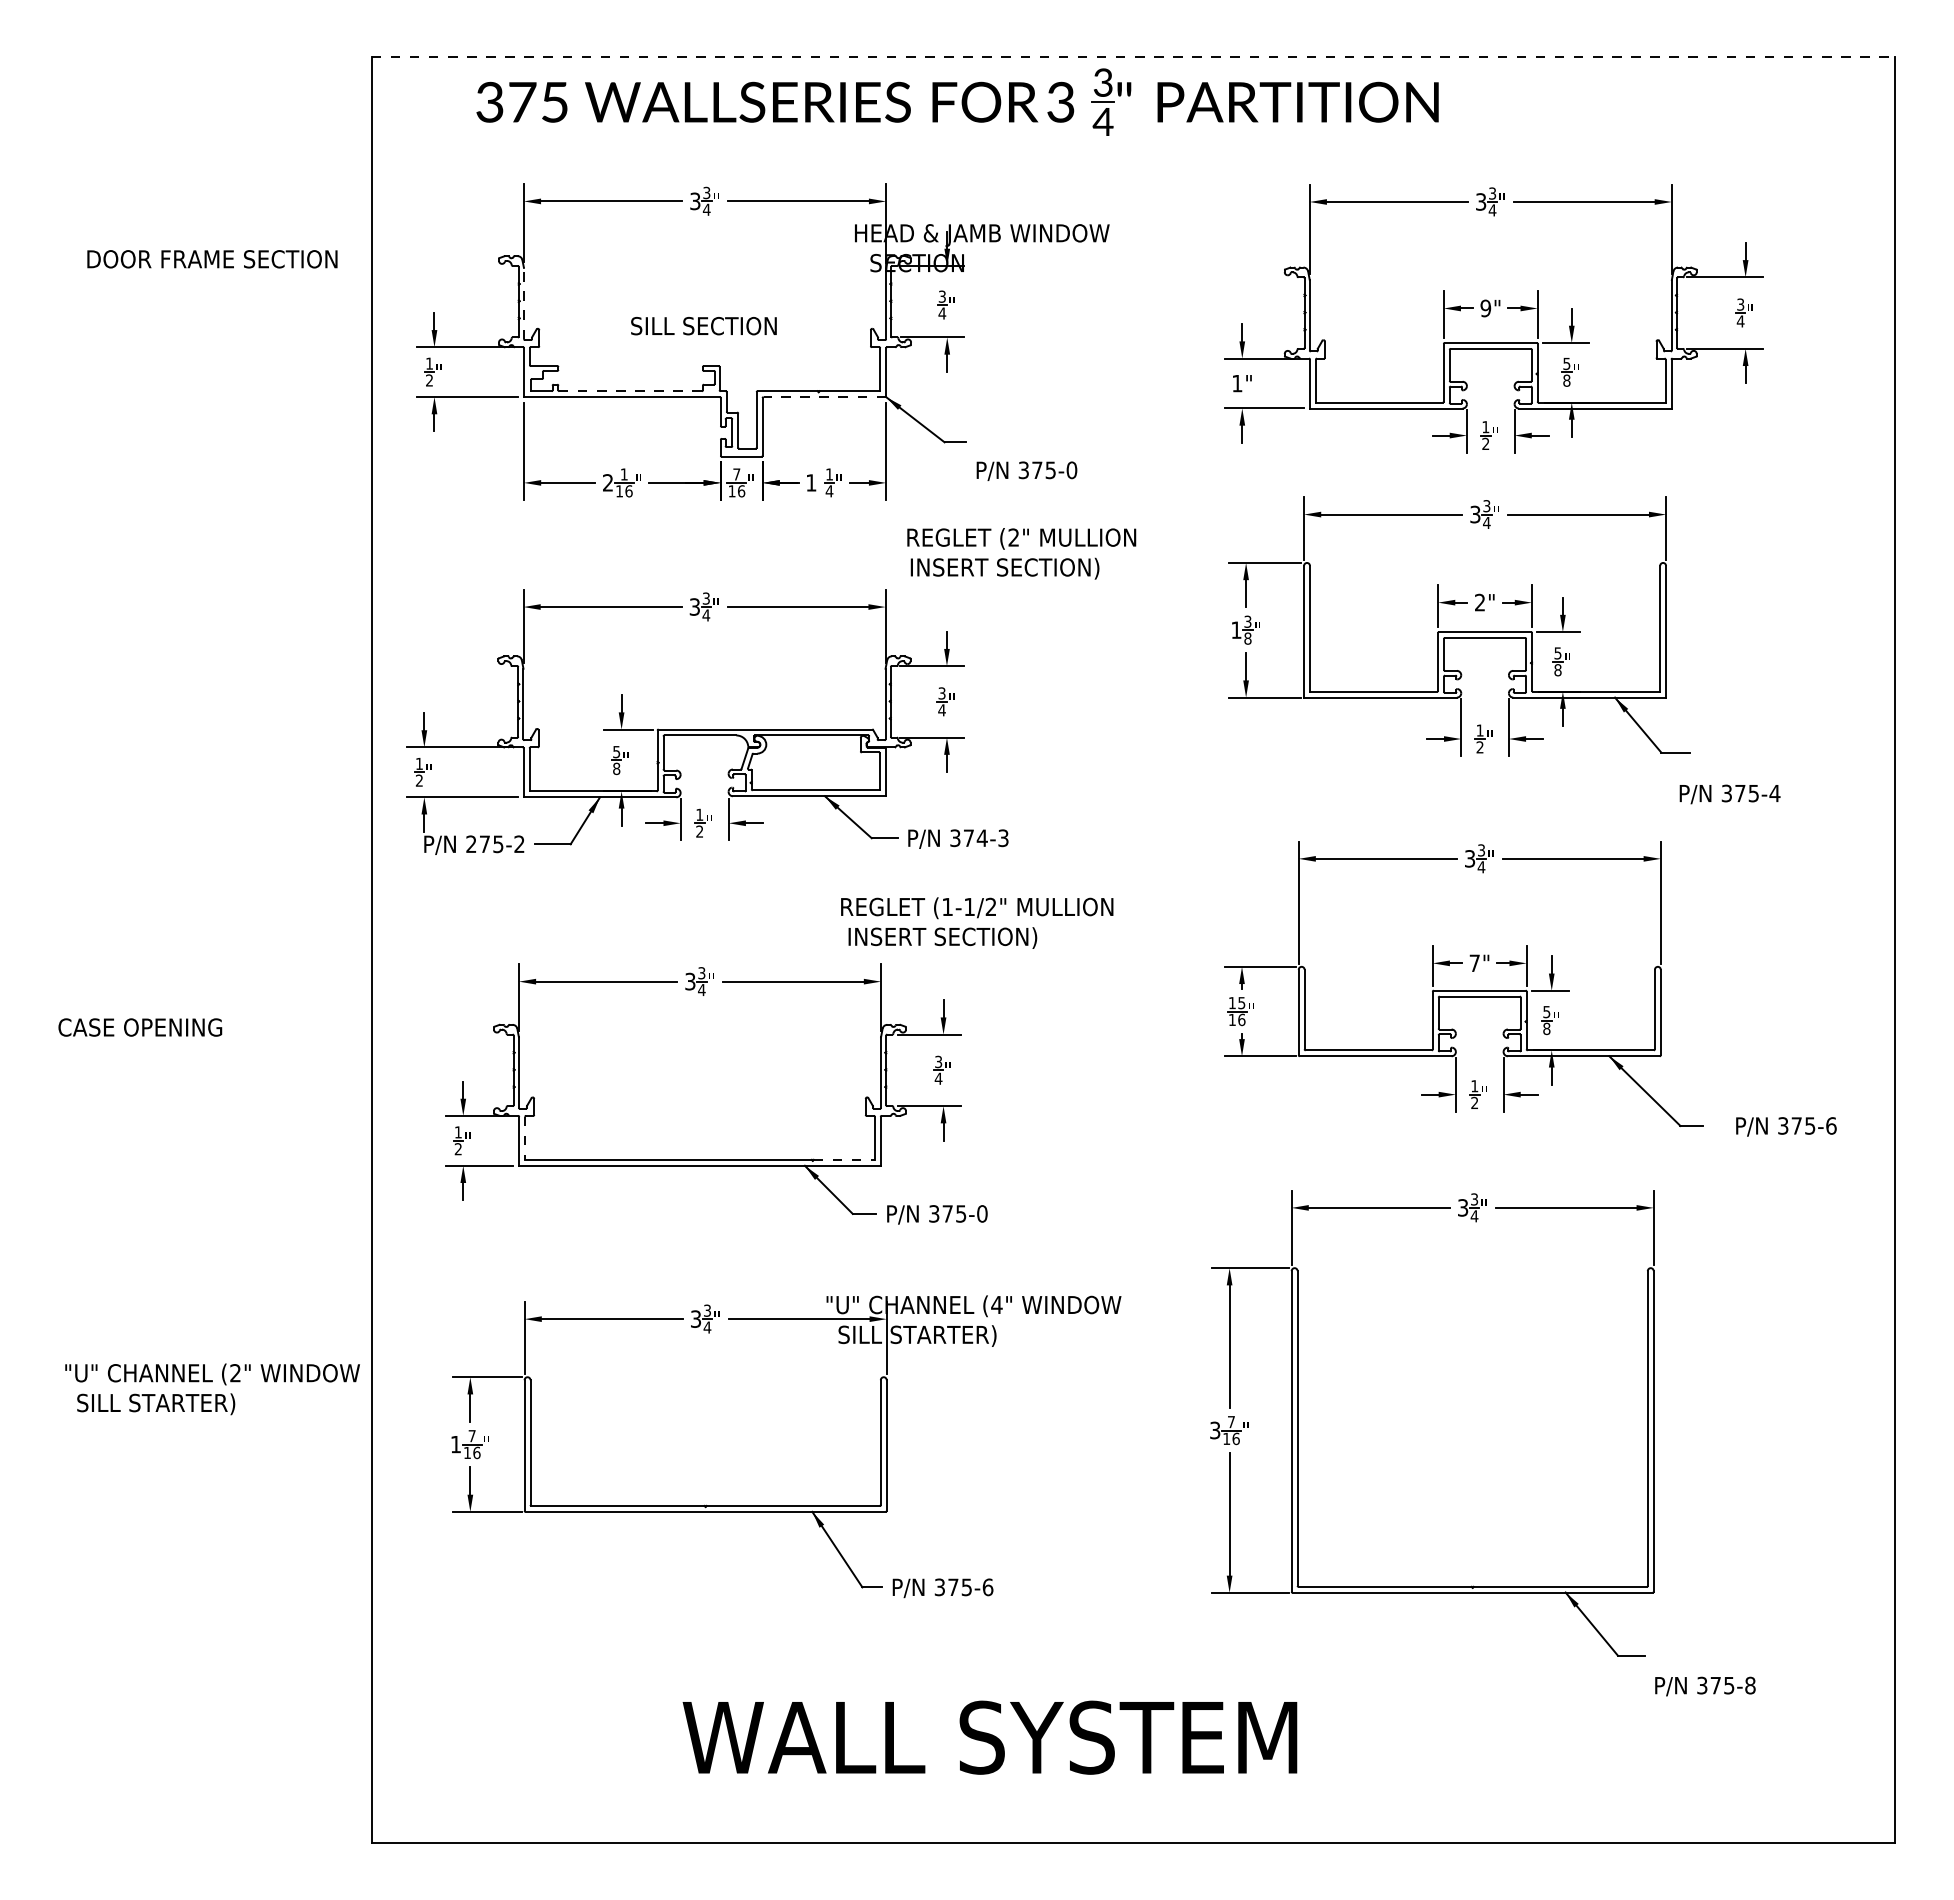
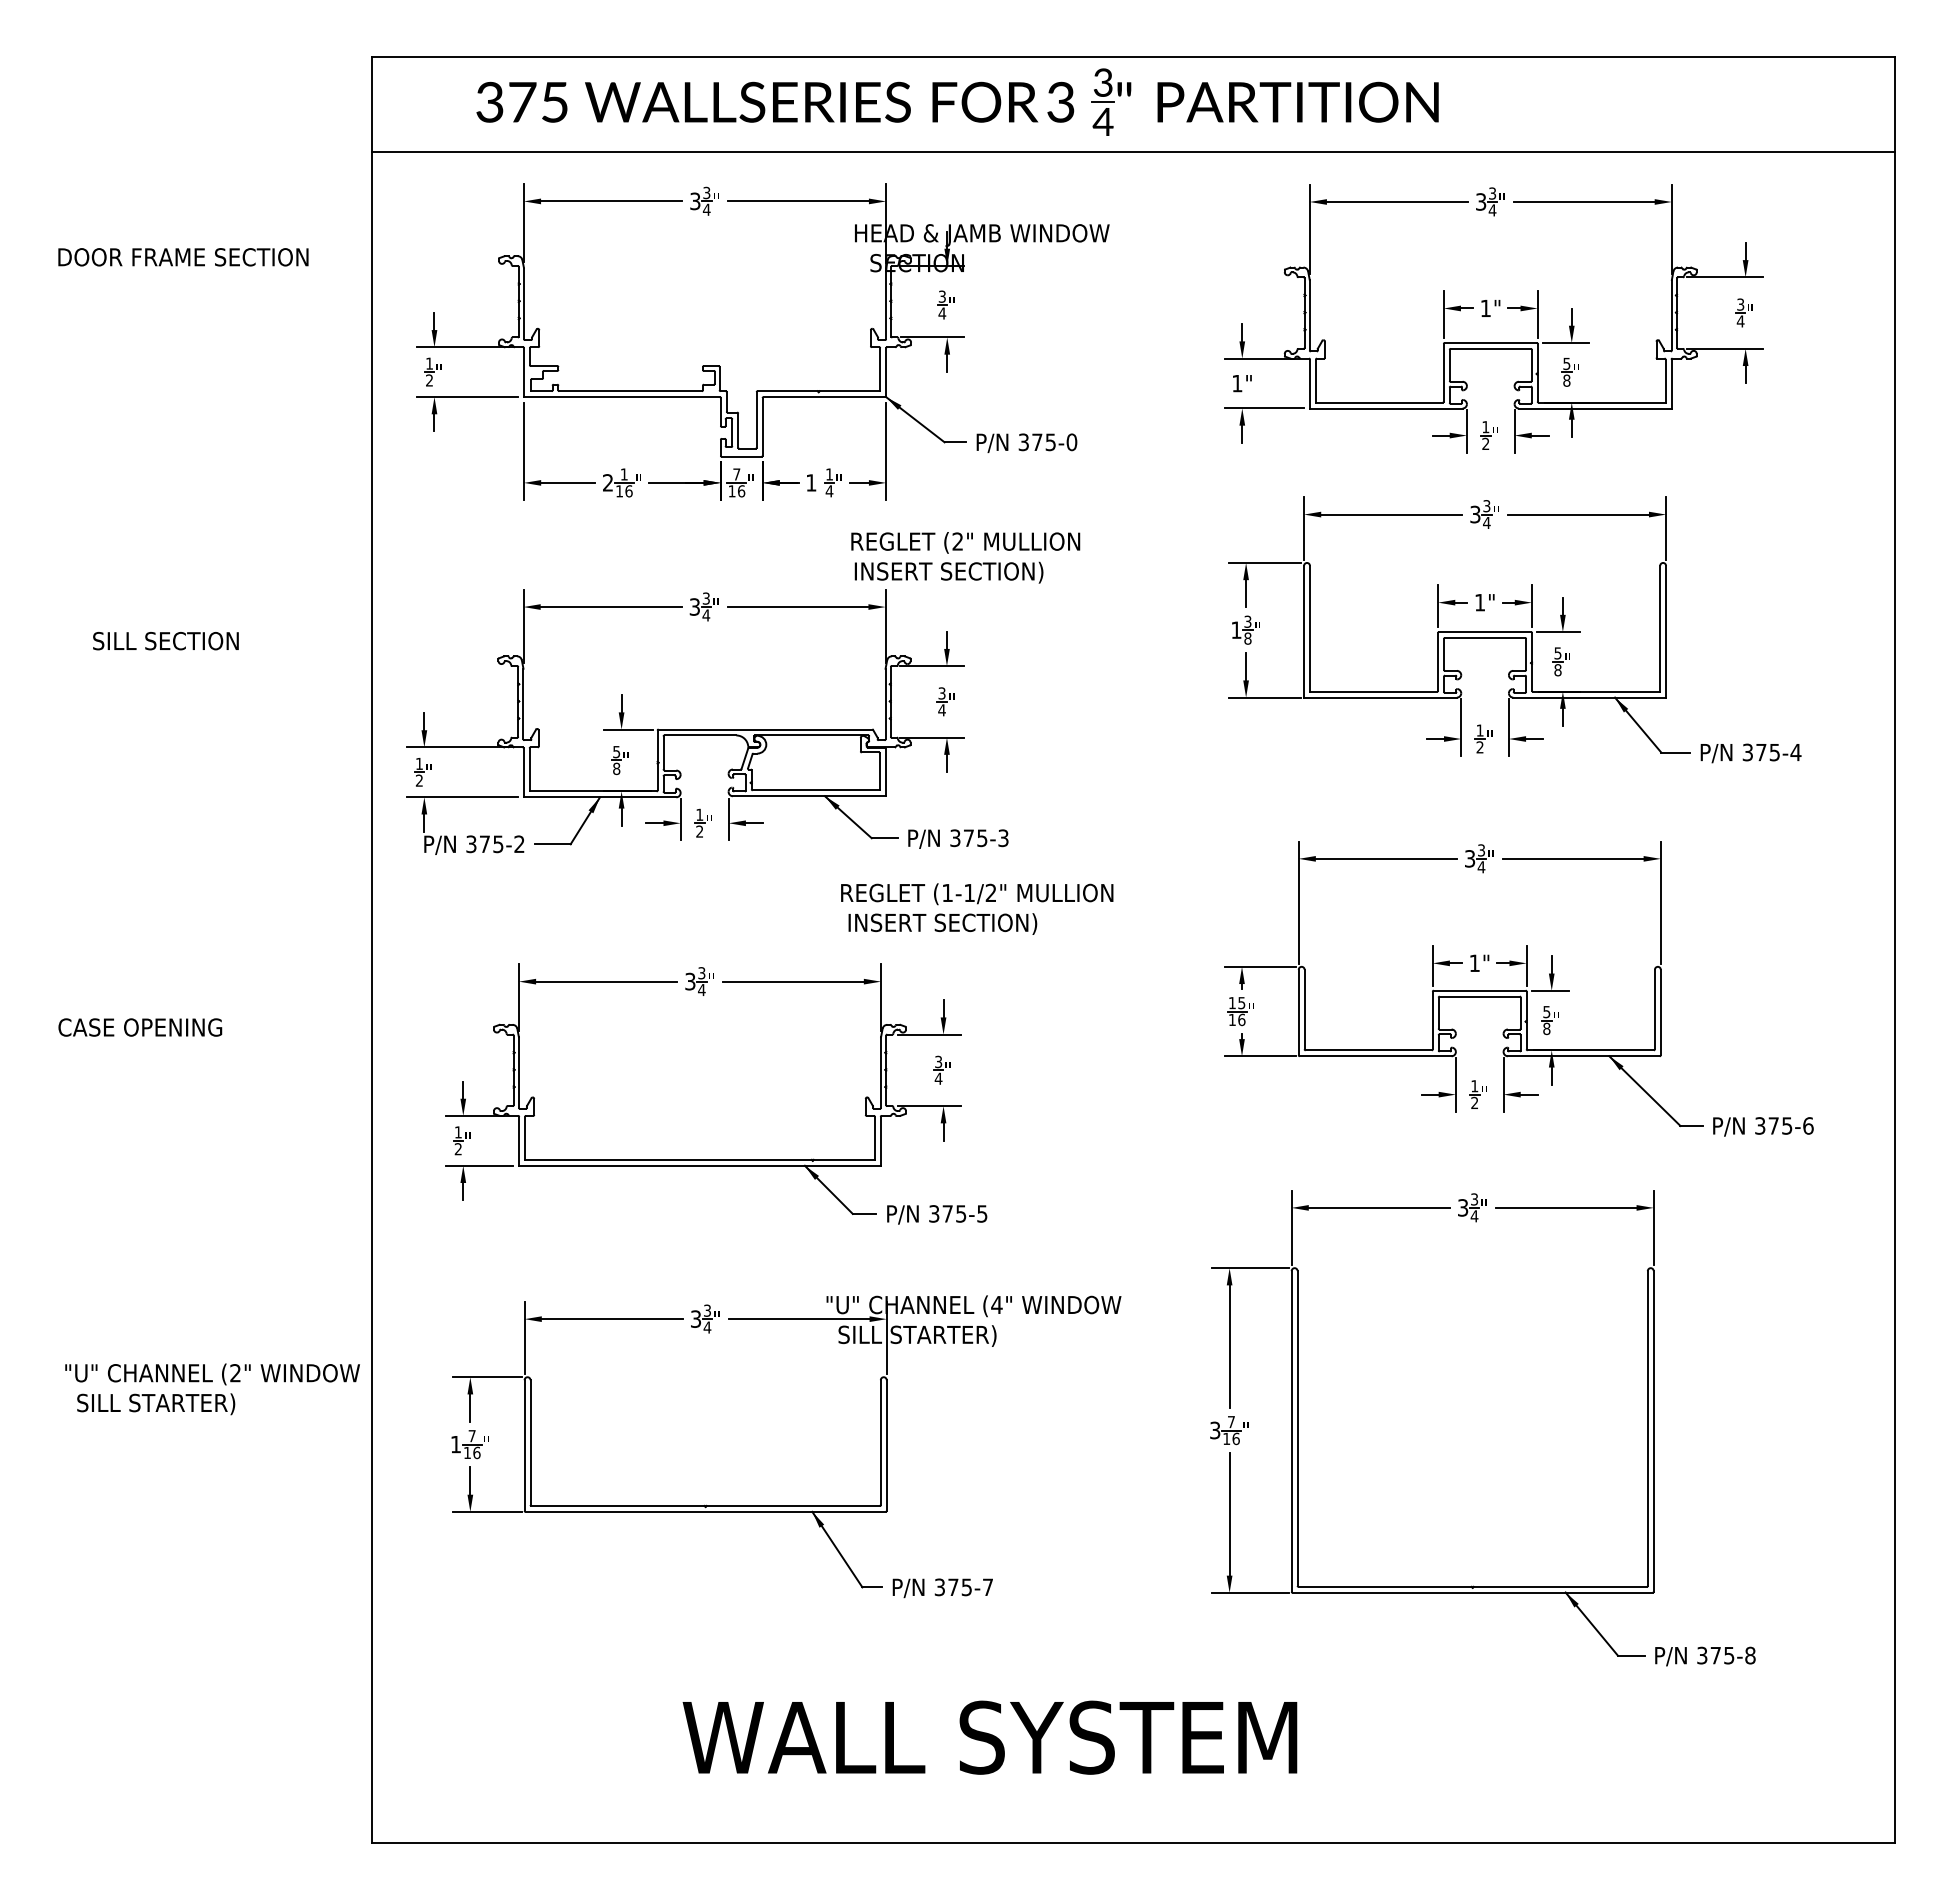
line at (1133, 56): dashed -> solid
line at (1133, 152): none -> present
text at (212, 259) position: (212, 259) -> (183, 257)
line at (524, 303): dashed -> solid
text at (1485, 308): 9" -> 1"
text at (703, 326) position: (703, 326) -> (165, 641)
line at (630, 391): dashed -> solid
line at (824, 397): dashed -> solid
text at (1026, 470) position: (1026, 470) -> (1026, 442)
text at (1021, 553) position: (1021, 553) -> (965, 557)
text at (1479, 602): 2" -> 1"
text at (1729, 794) position: (1729, 794) -> (1750, 753)
text at (981, 838): 374-3 -> 375-3
text at (471, 844): 275-2 -> 375-2
text at (977, 922) position: (977, 922) -> (977, 908)
text at (1474, 962): 7" -> 1"
text at (1786, 1126) position: (1786, 1126) -> (1763, 1126)
line at (525, 1138): dashed -> solid
line at (844, 1159): dashed -> solid
text at (982, 1213): 375-0 -> 375-5
text at (987, 1587): 375-6 -> 375-7
text at (1705, 1686) position: (1705, 1686) -> (1705, 1656)
